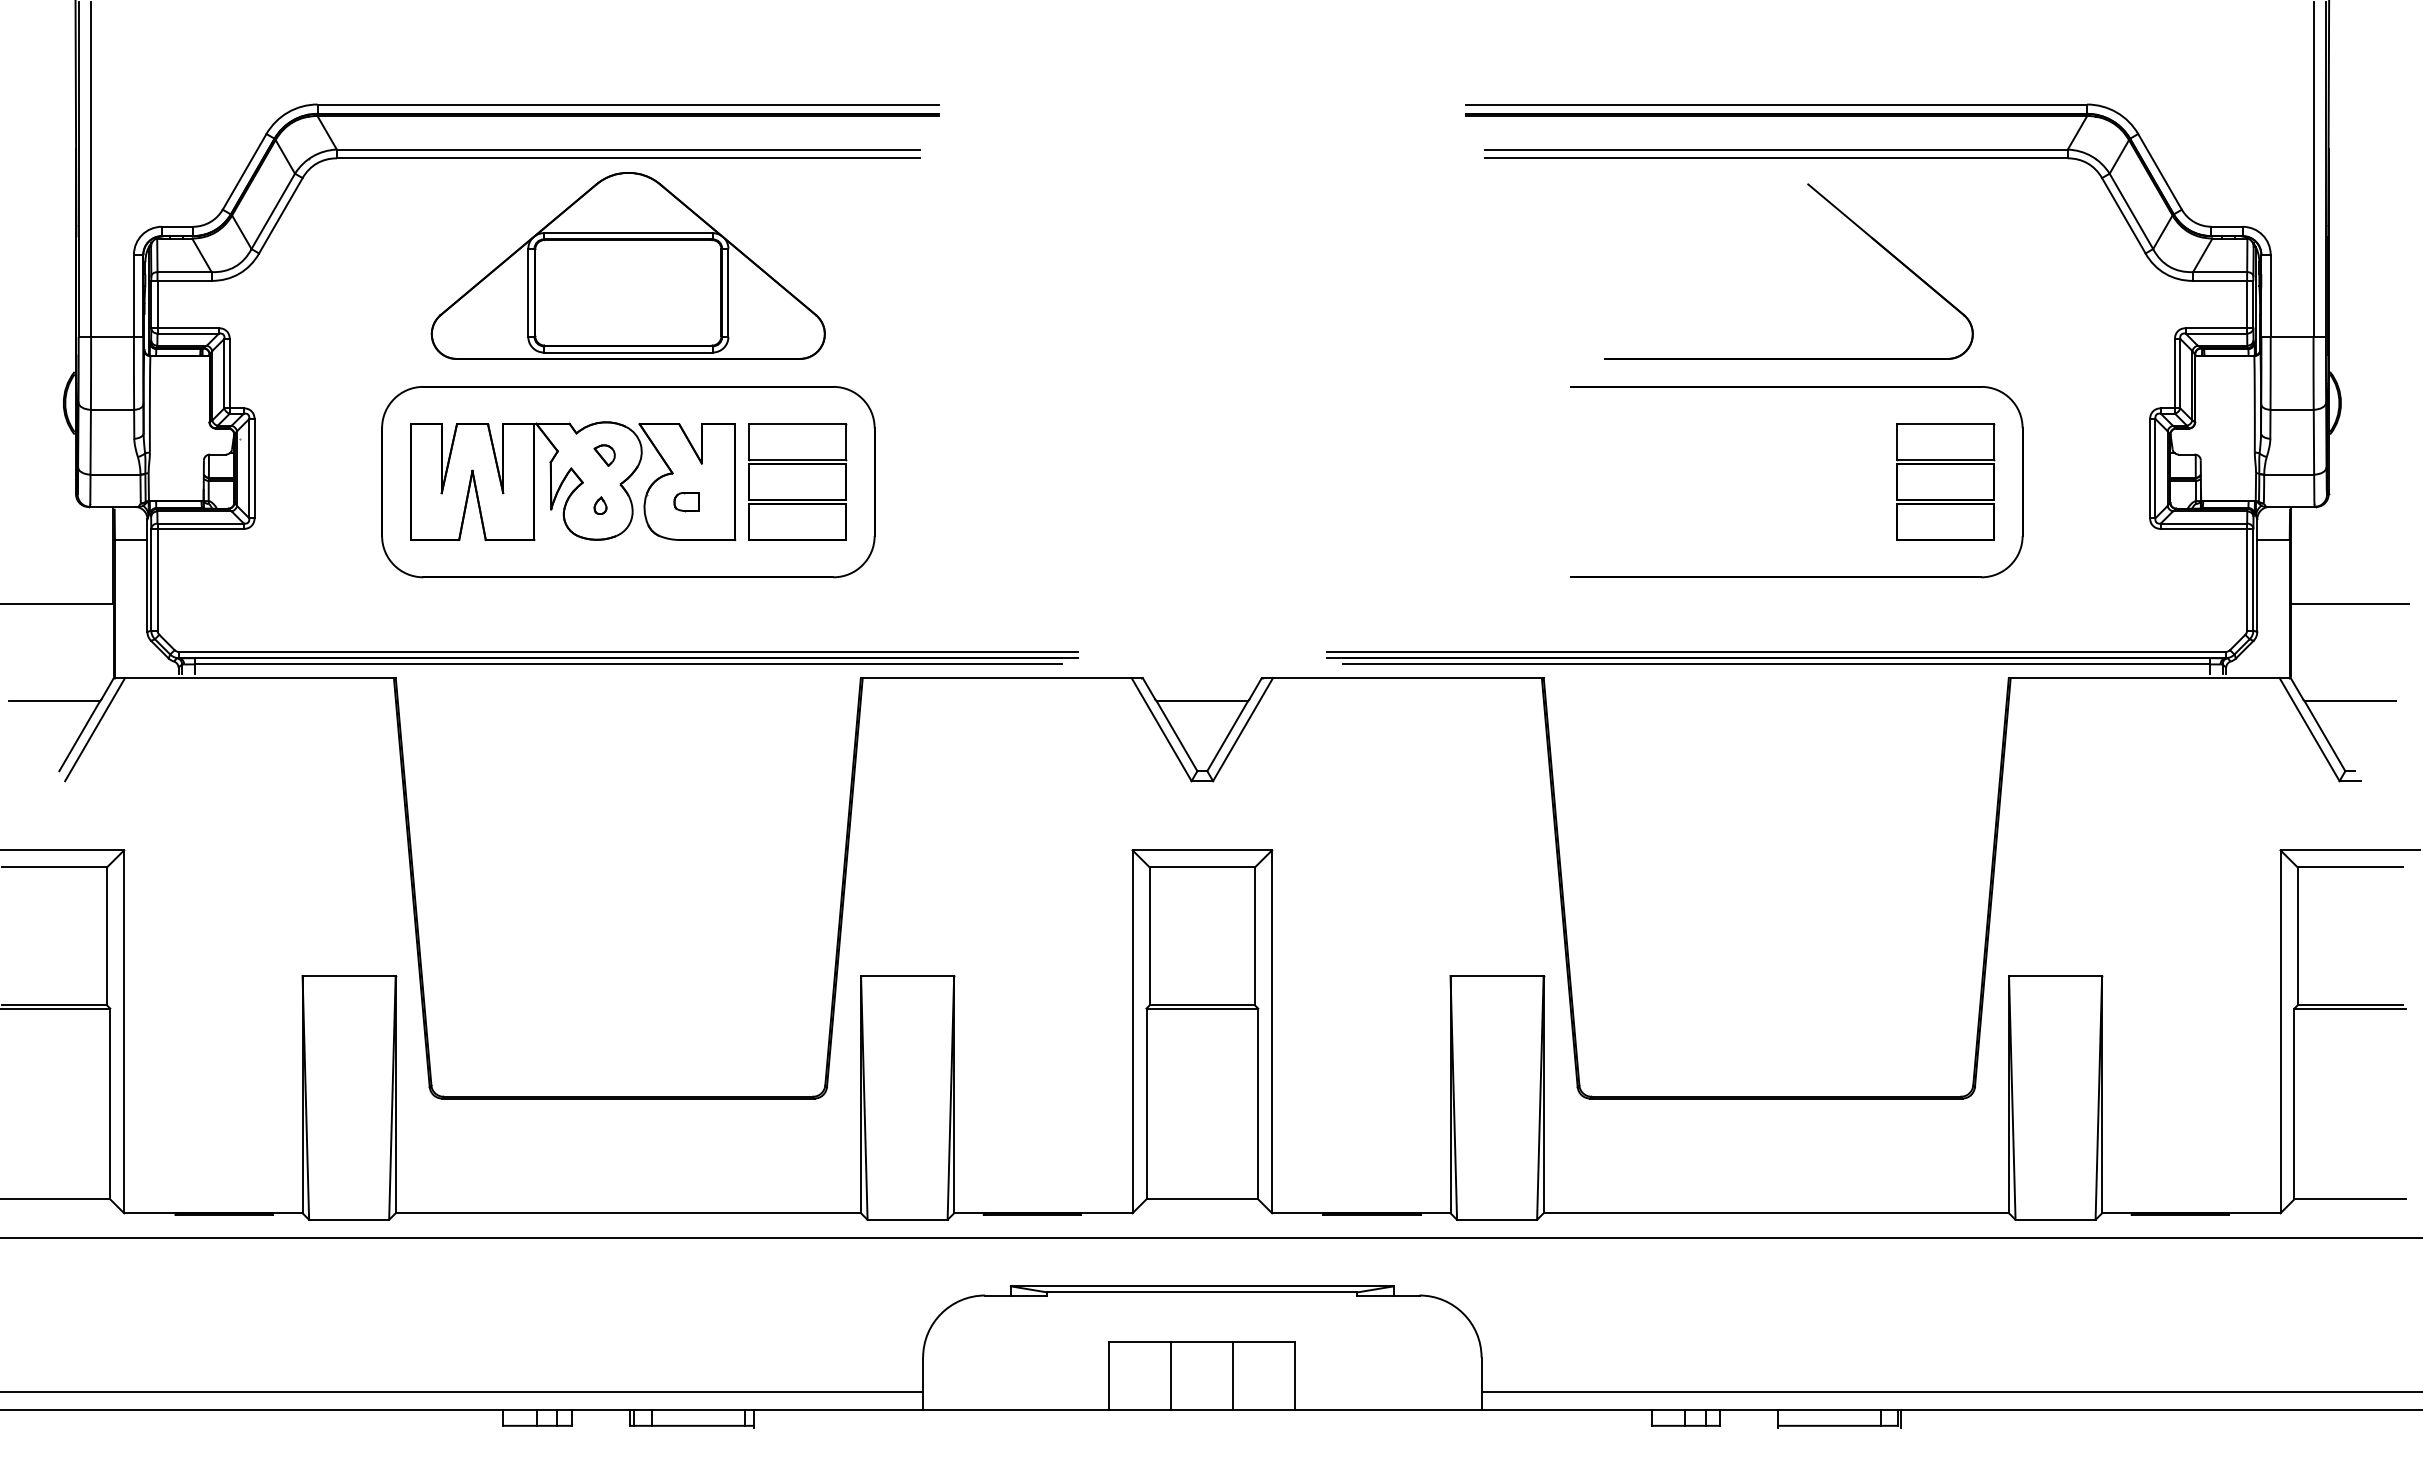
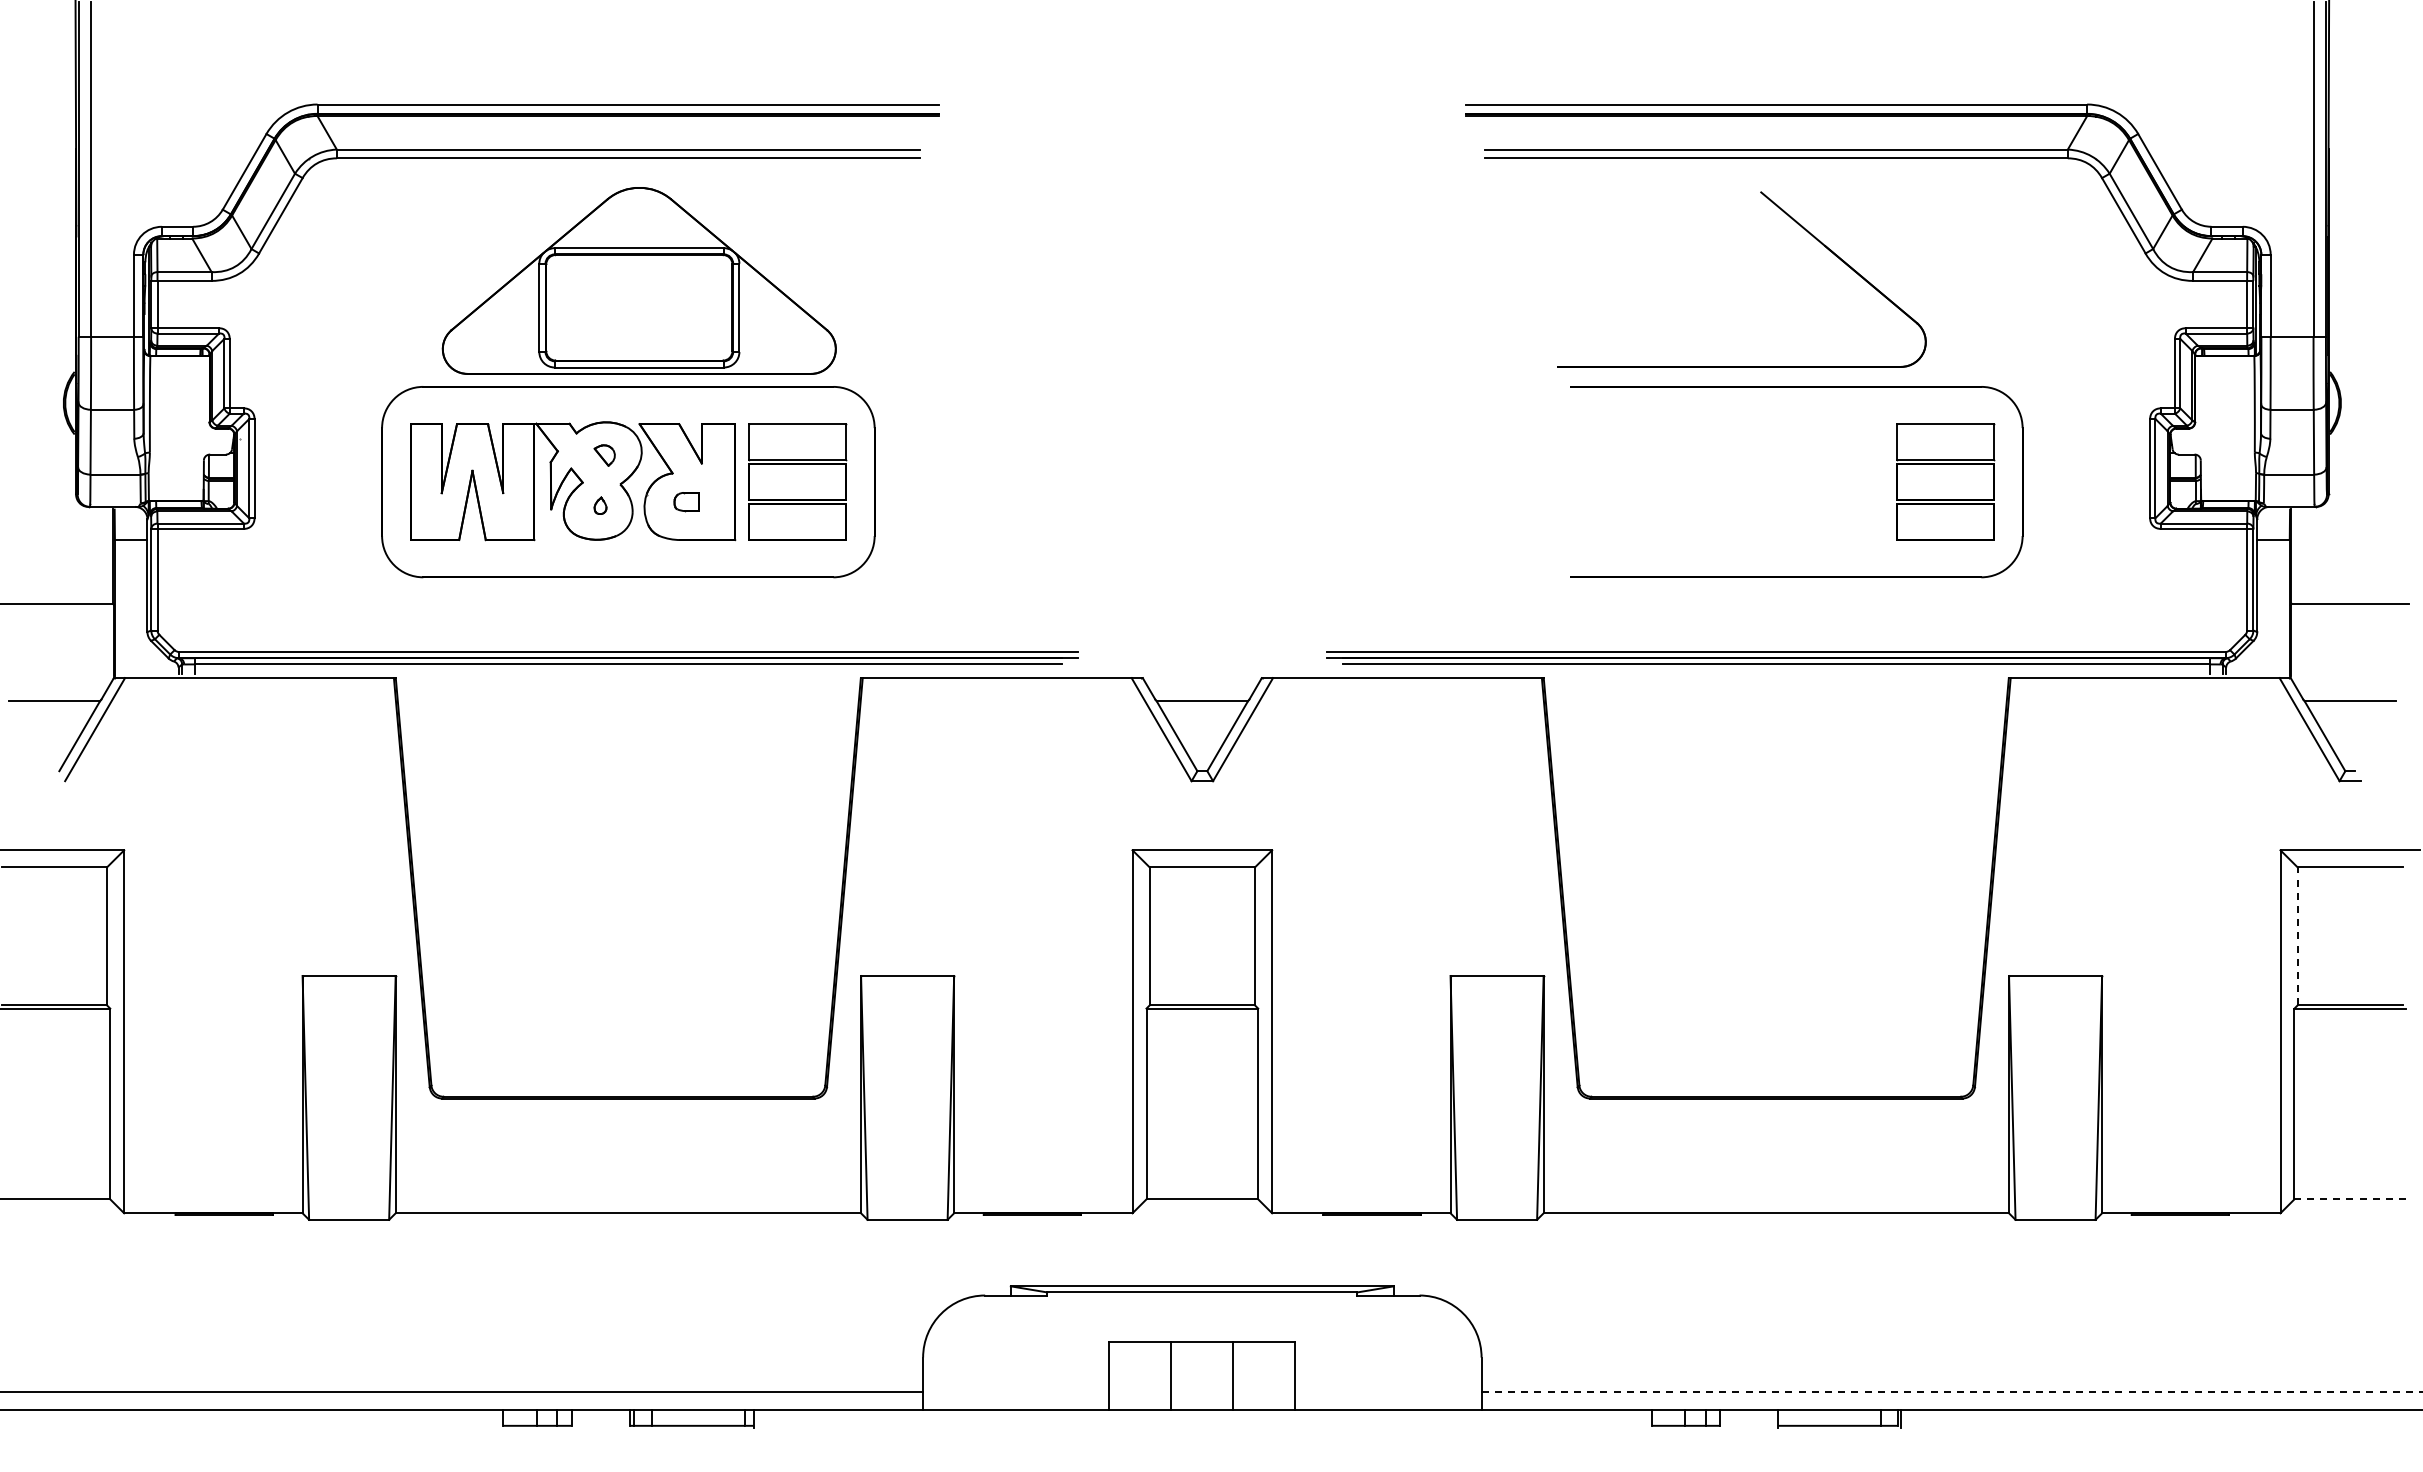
part at (1838, 211) position: (1838, 211) -> (1791, 219)
part at (627, 265) position: (627, 265) -> (638, 280)
line at (2297, 935): solid -> dashed
line at (2350, 1199): solid -> dashed
line at (1210, 1237): present -> none
line at (1952, 1391): solid -> dashed
